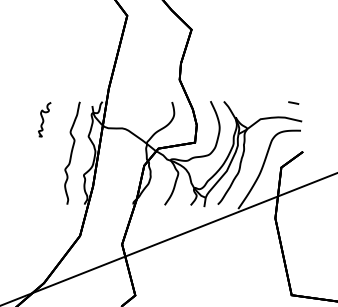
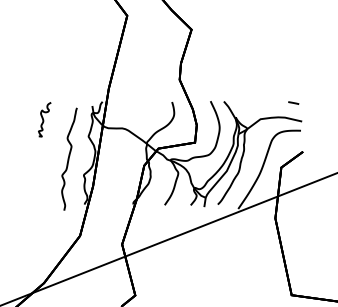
curve at (72, 152) position: (72, 152) -> (69, 158)
